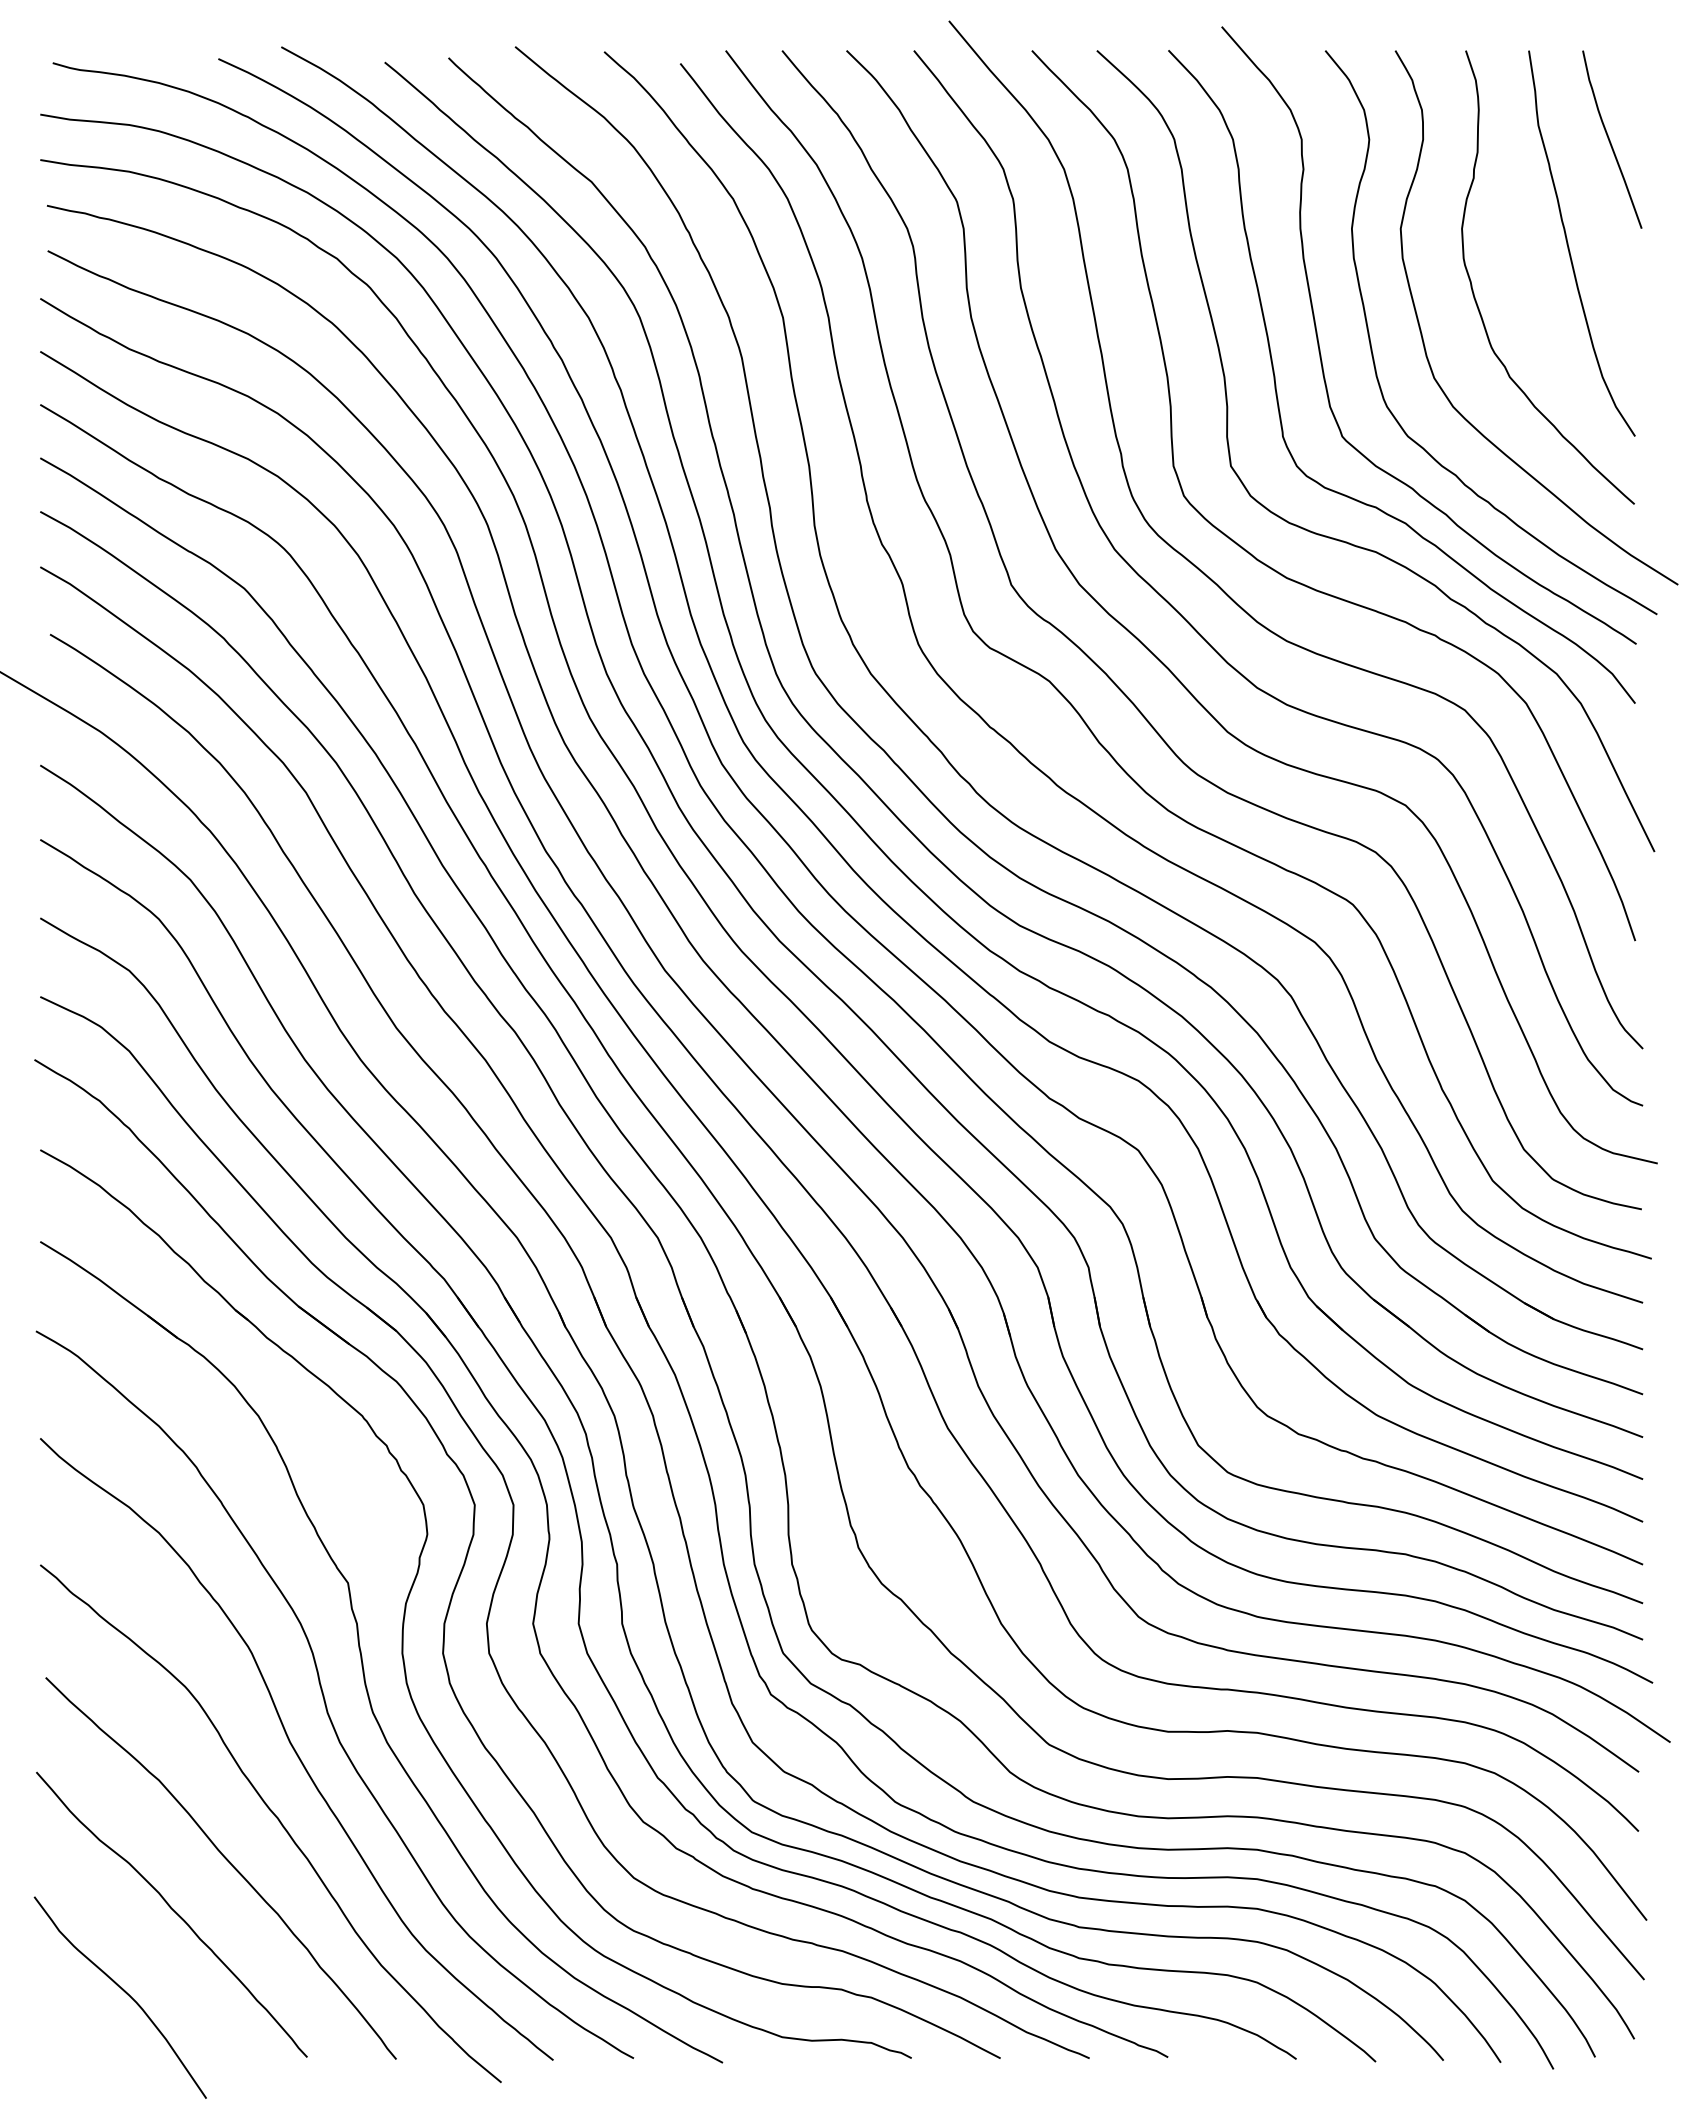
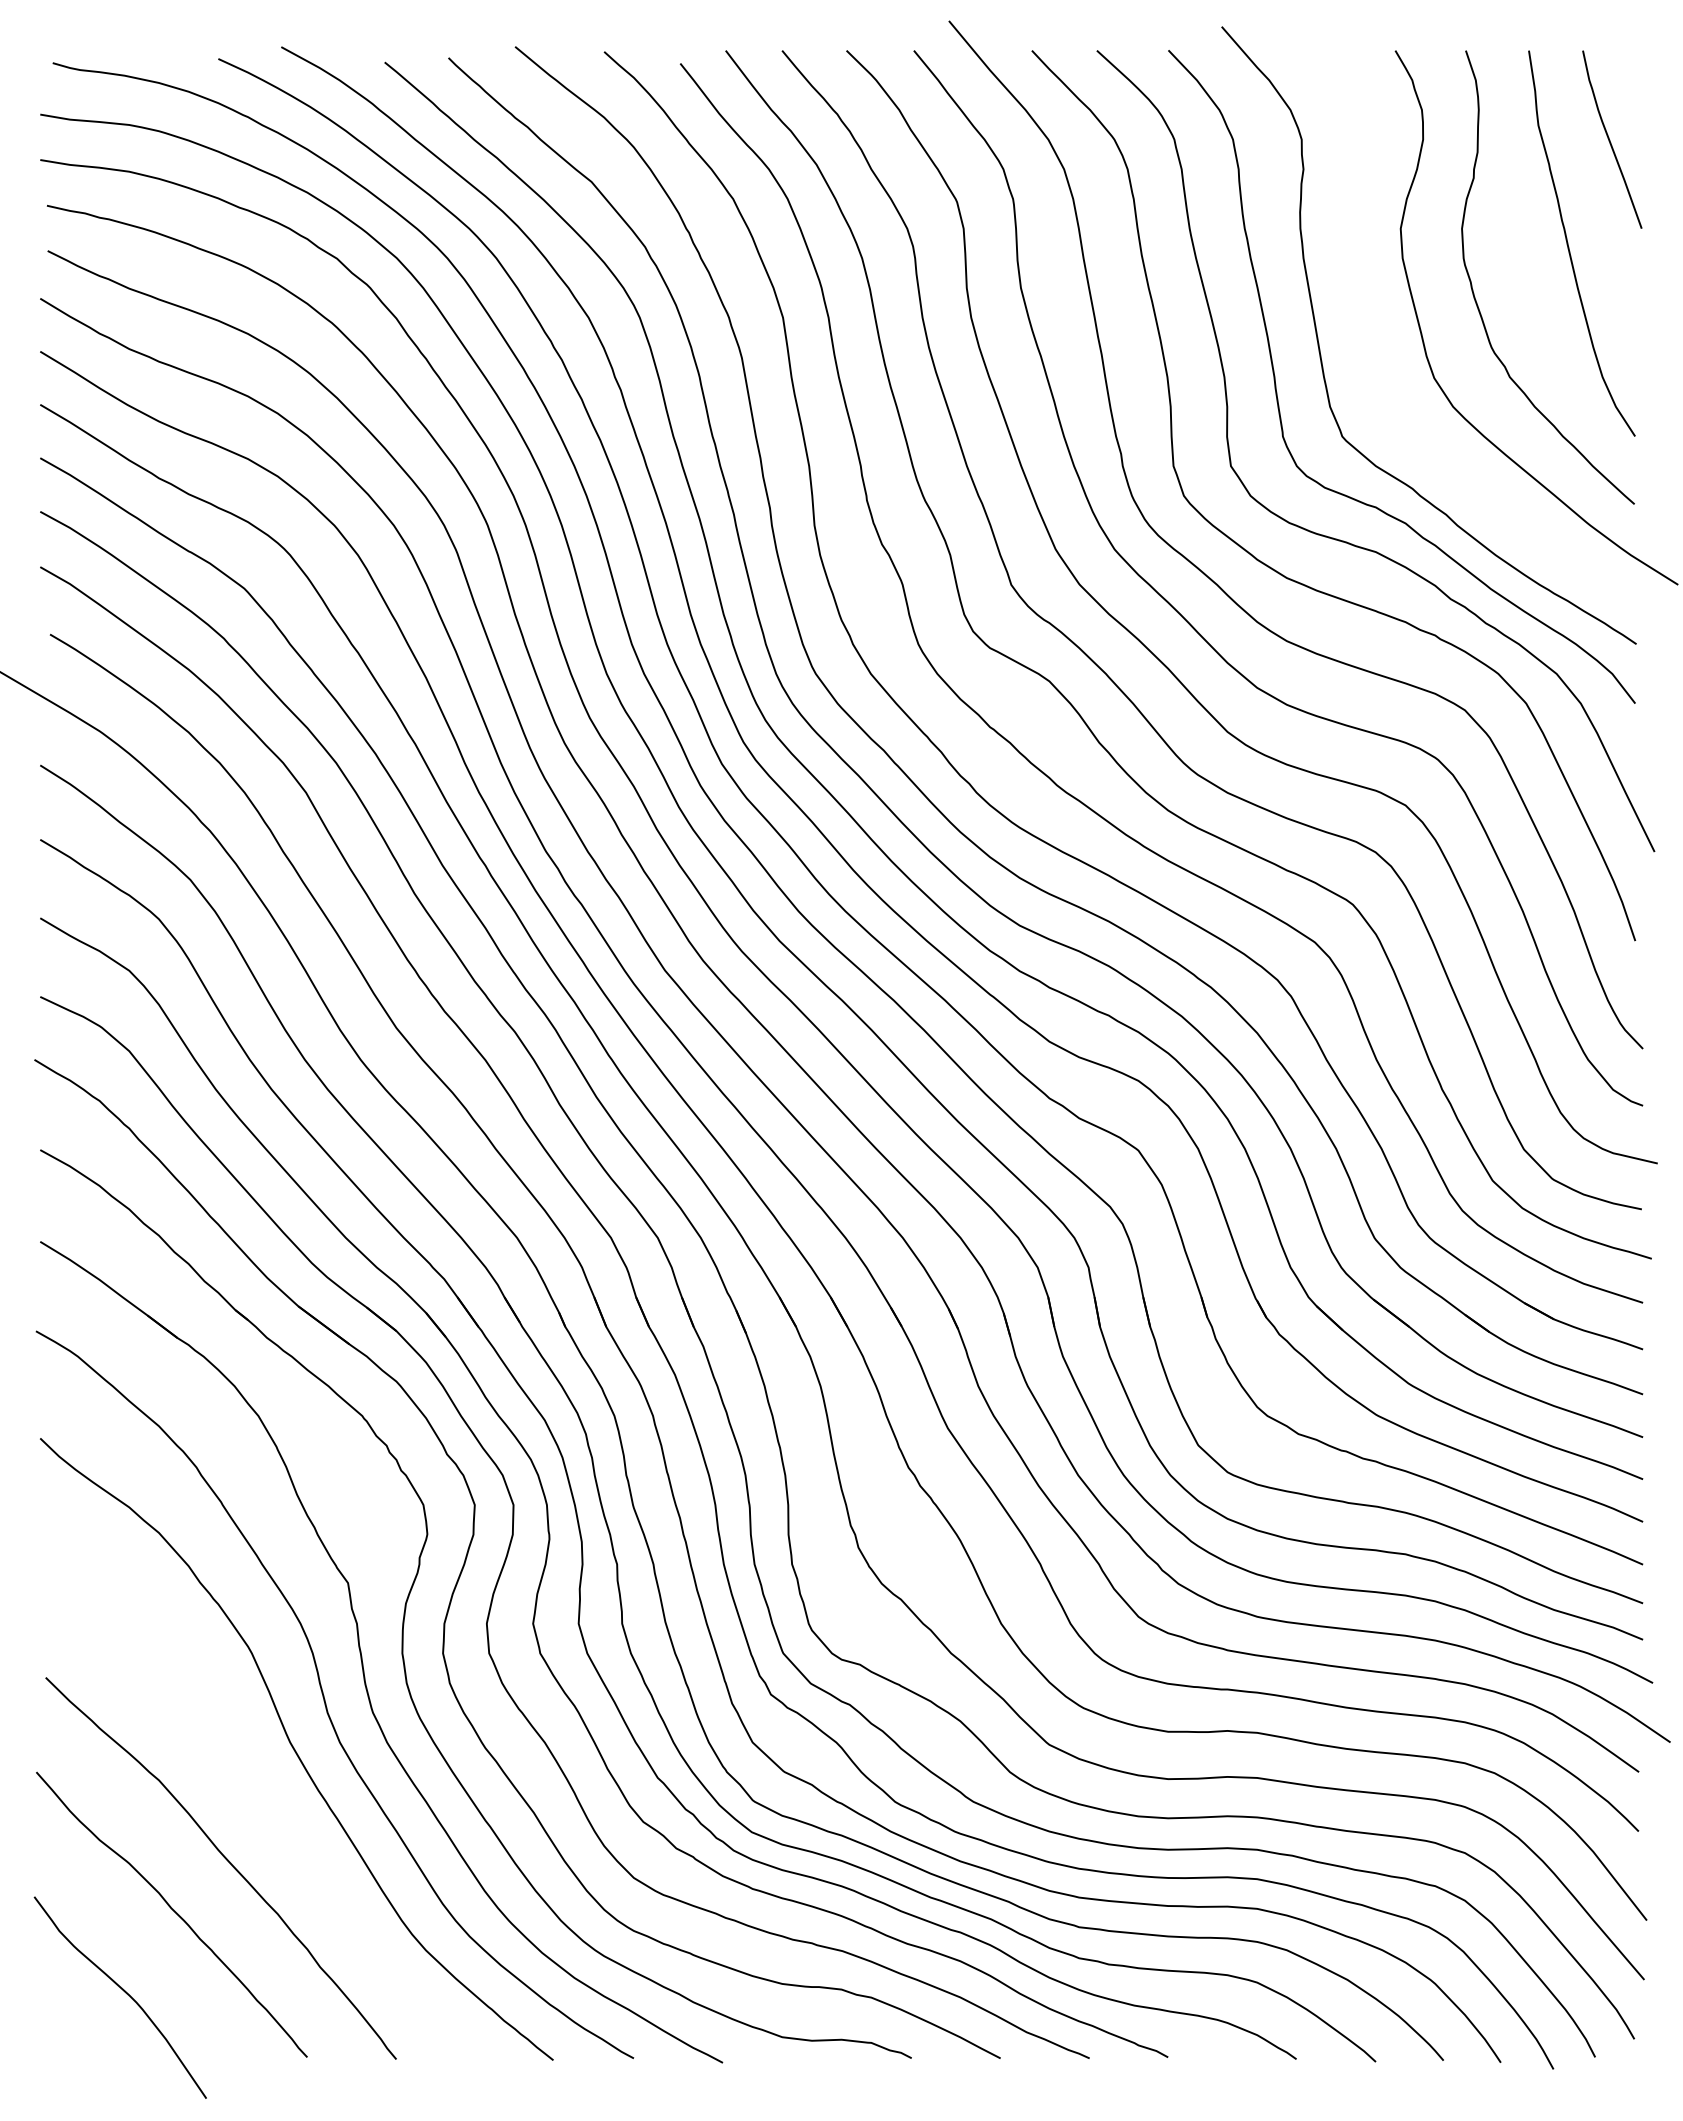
curve at (1373, 353): present -> none
curve at (275, 1817): present -> none
